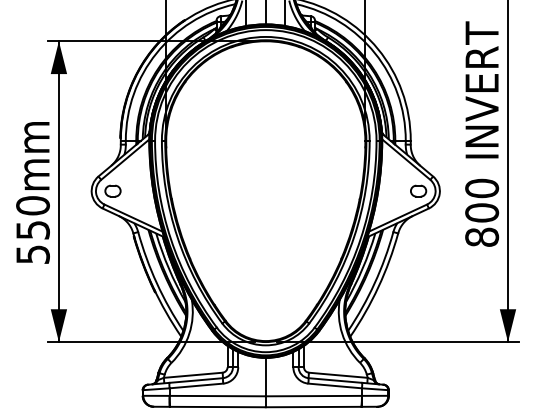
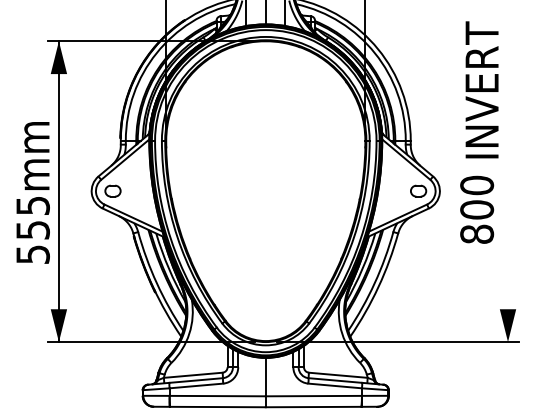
line at (508, 172): present -> none
text at (32, 205): 550mm -> 555mm
text at (482, 212) position: (482, 212) -> (477, 209)
